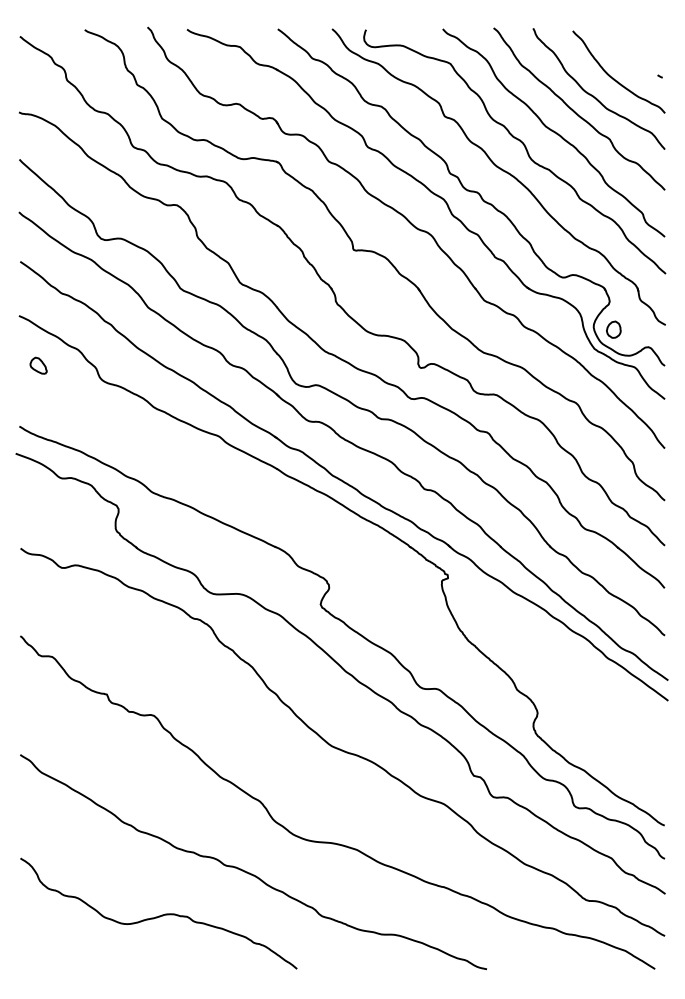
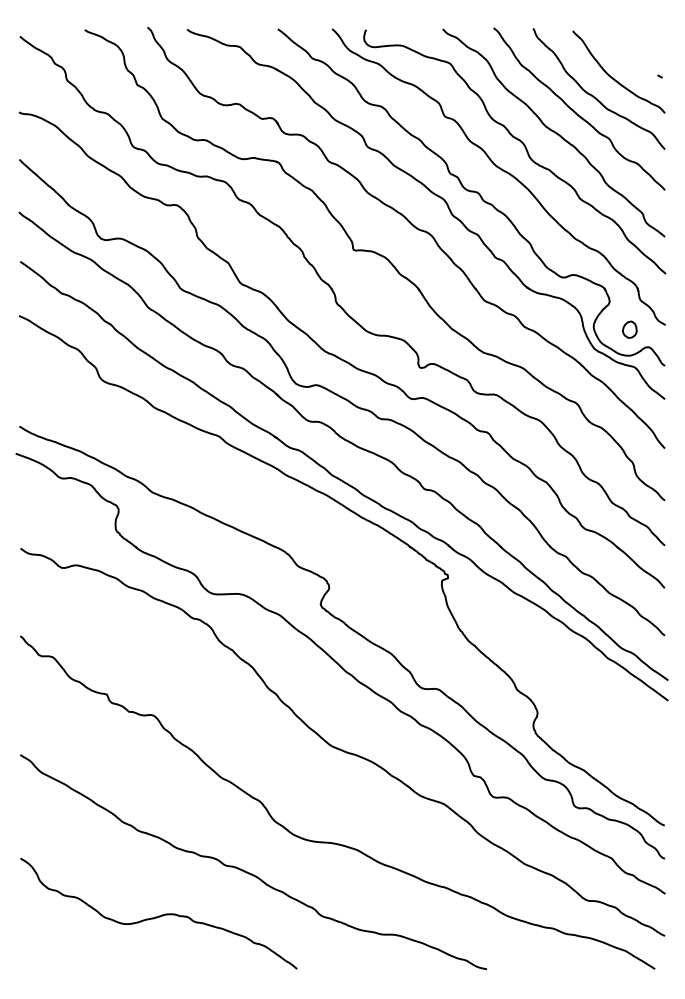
part at (613, 329) position: (613, 329) -> (629, 329)
part at (38, 365): present -> none
